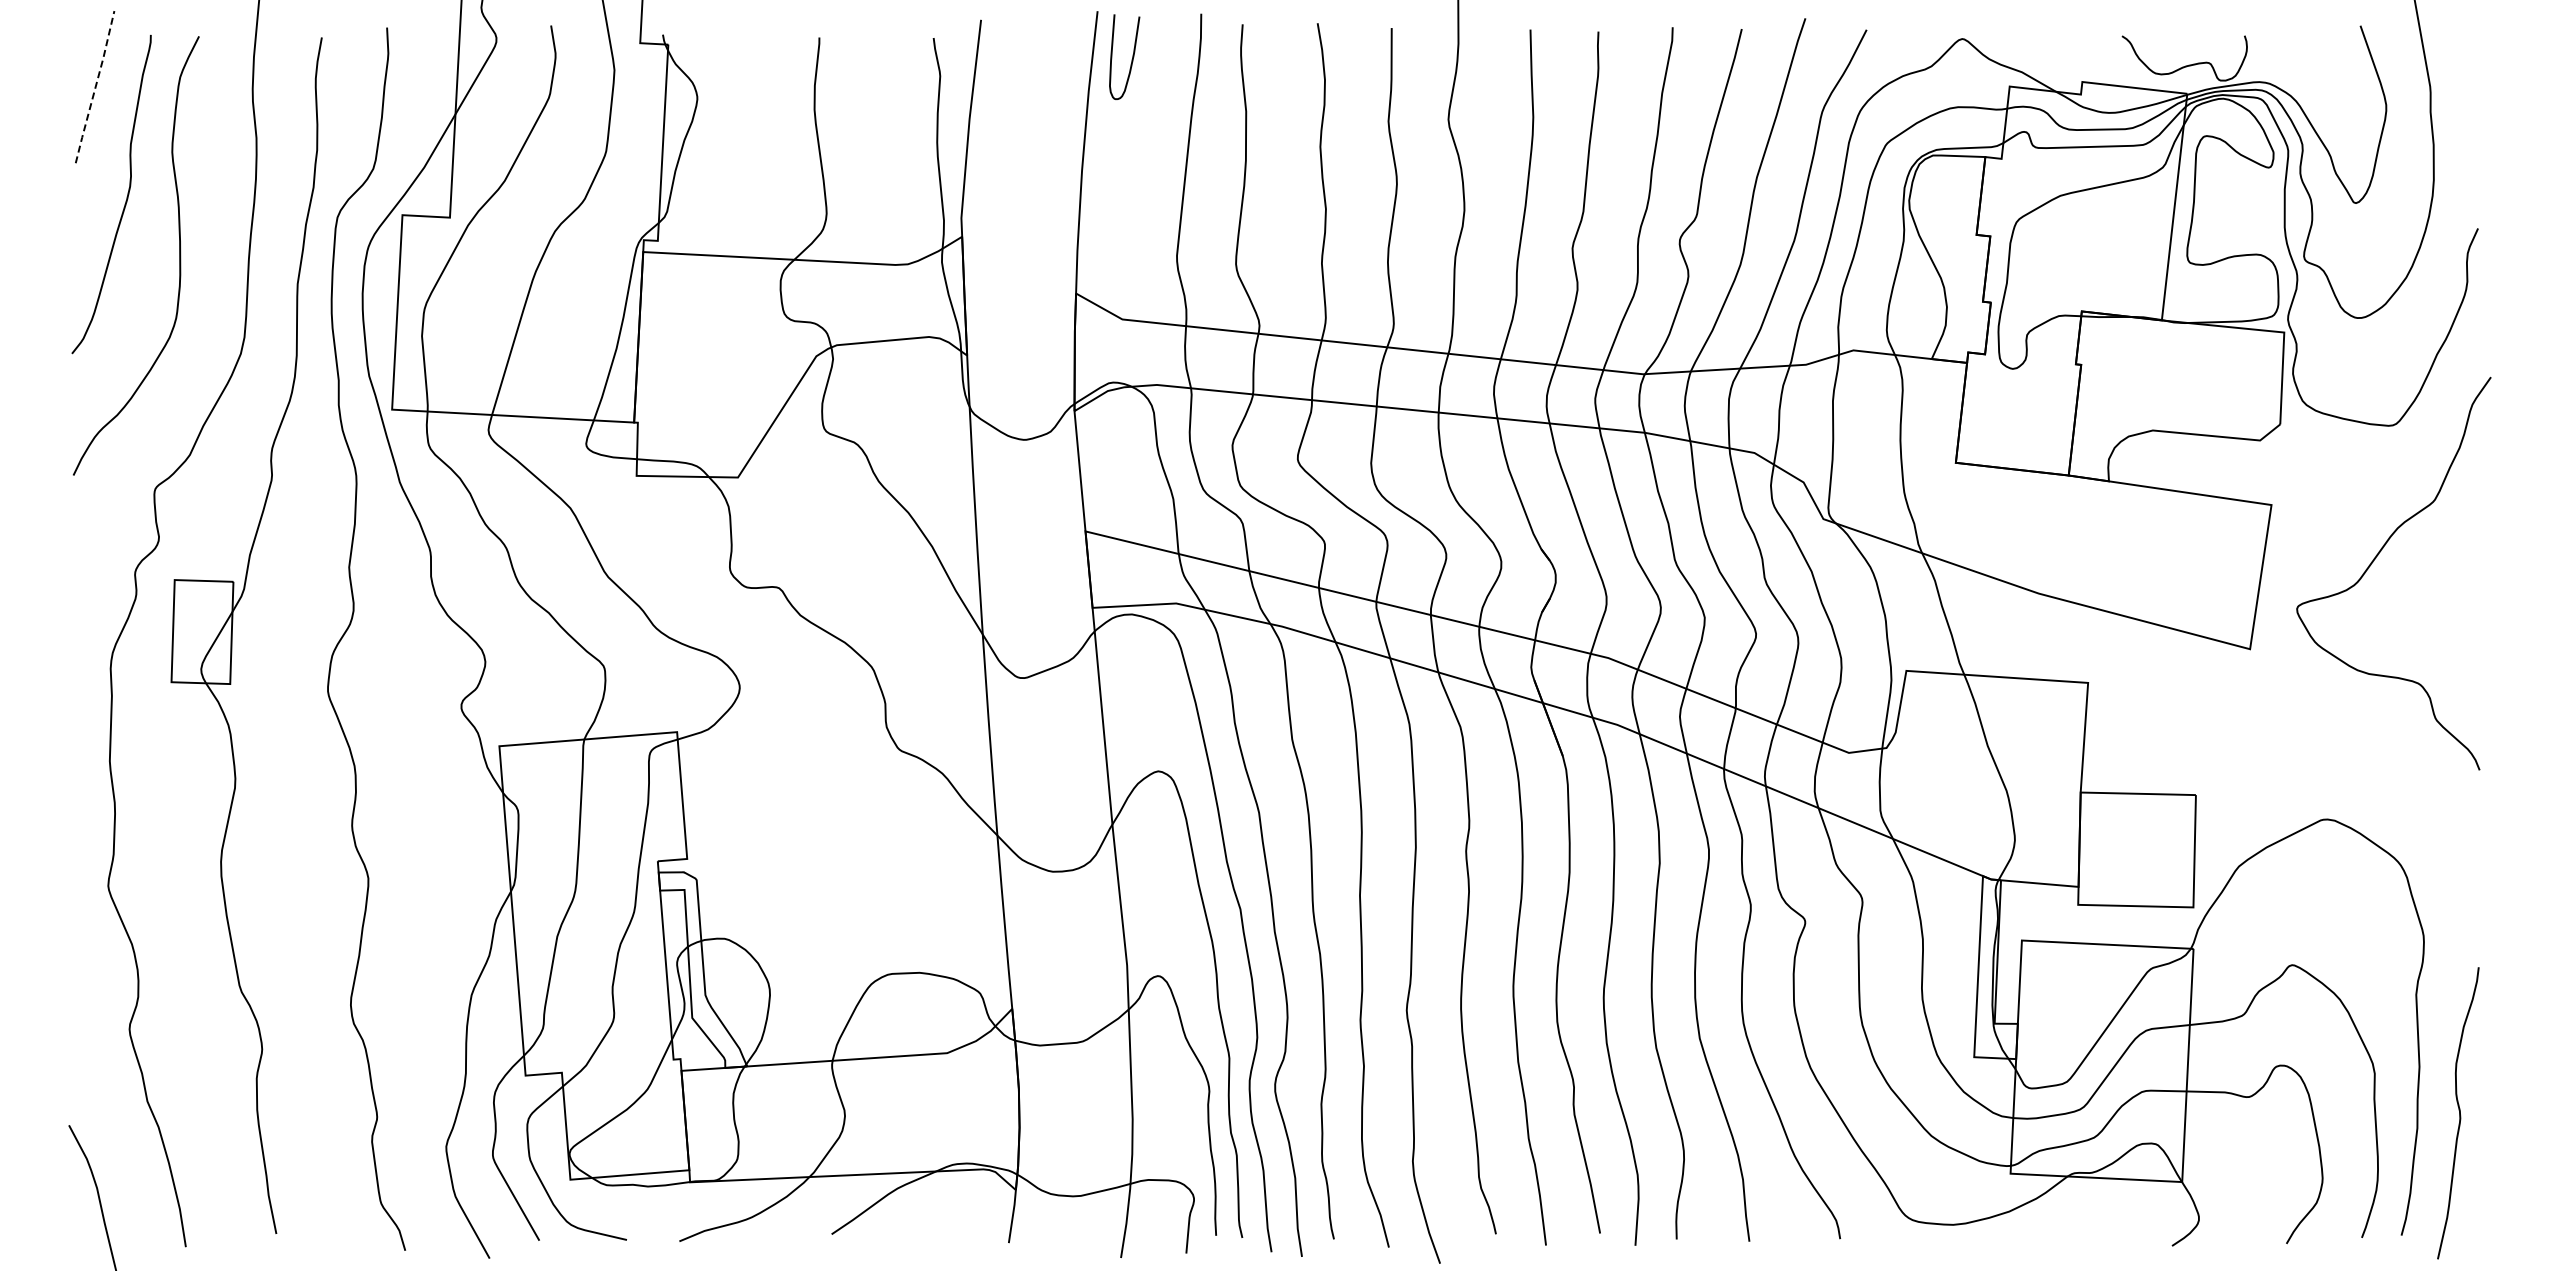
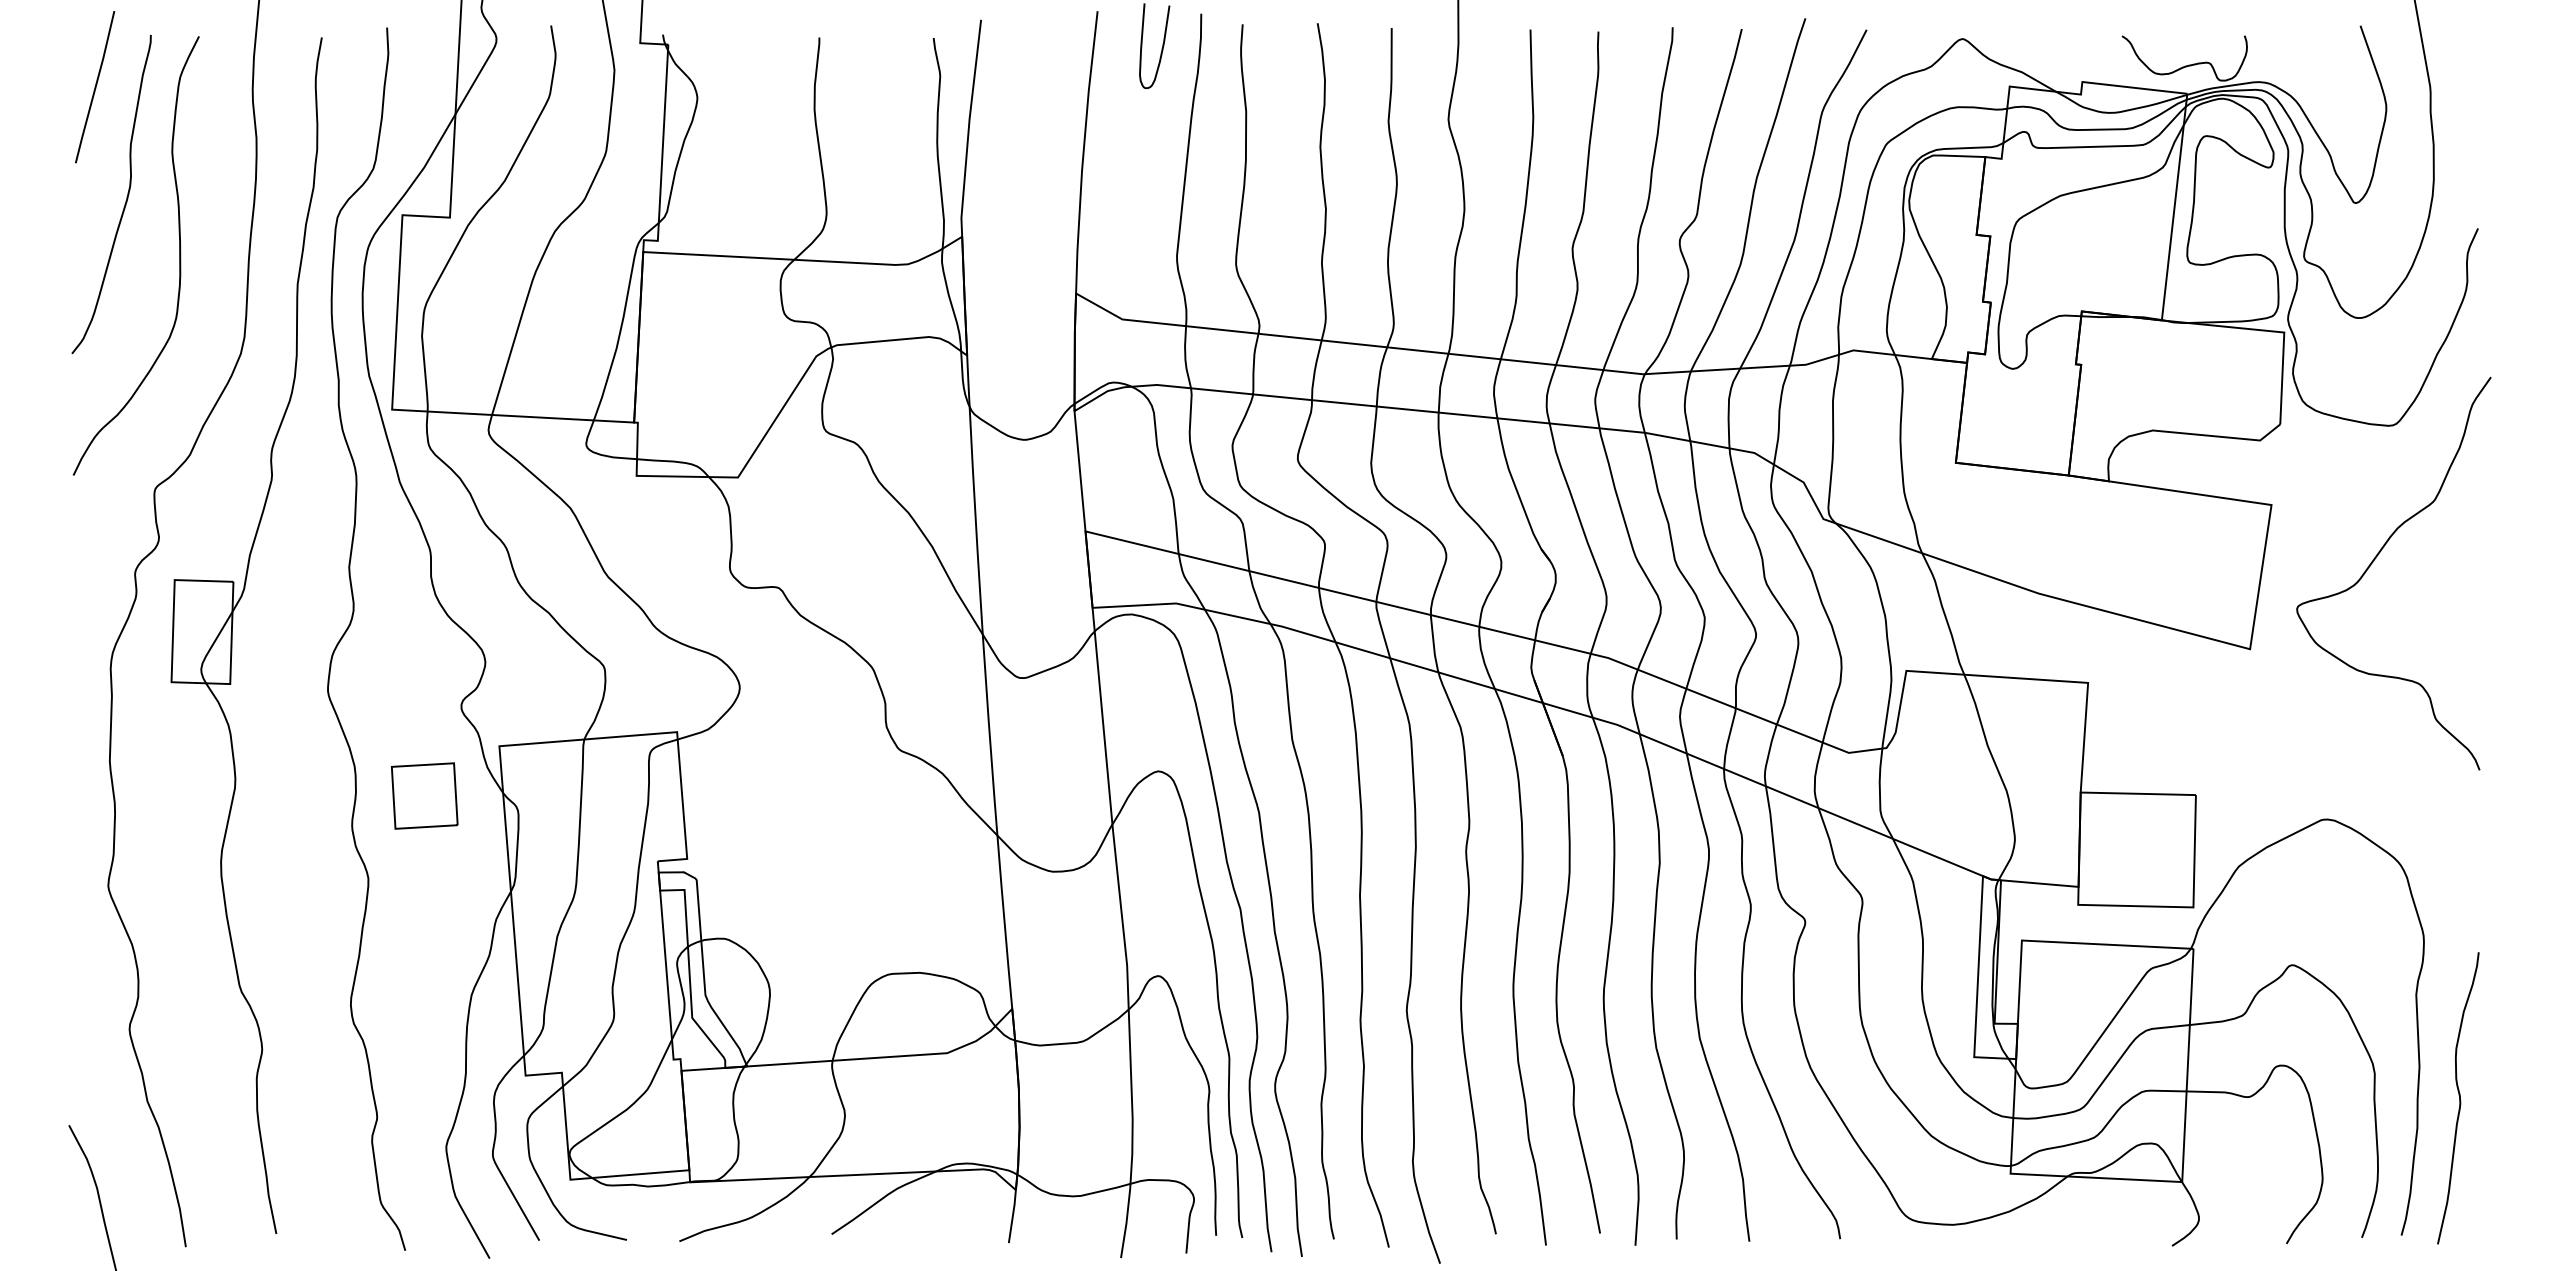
curve at (1131, 59) position: (1131, 59) -> (1161, 48)
line at (95, 87): dashed -> solid
part at (424, 795): none -> present
curve at (2459, 1113) position: (2459, 1113) -> (2459, 1098)
